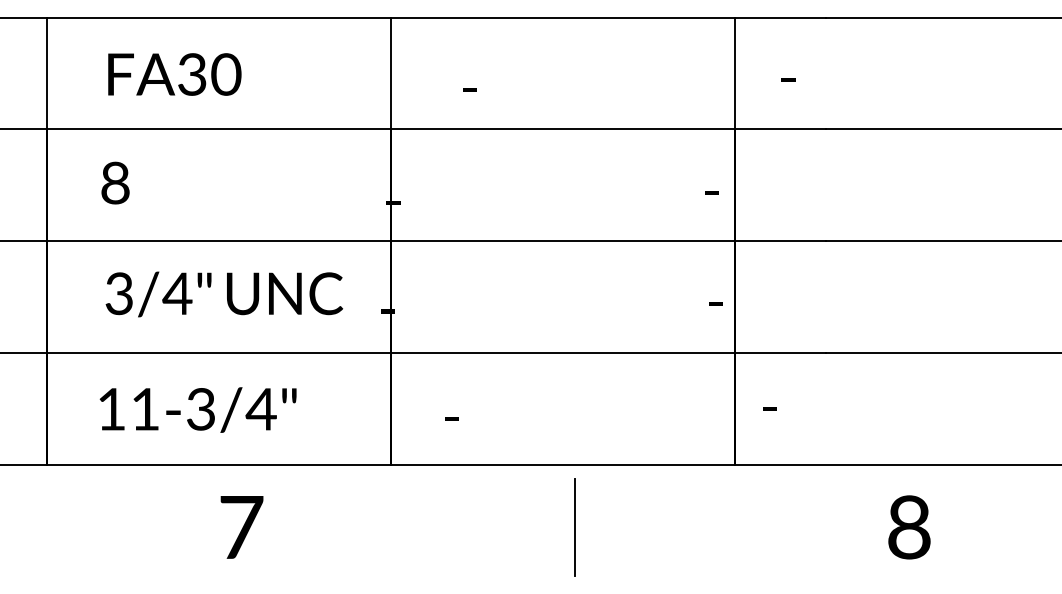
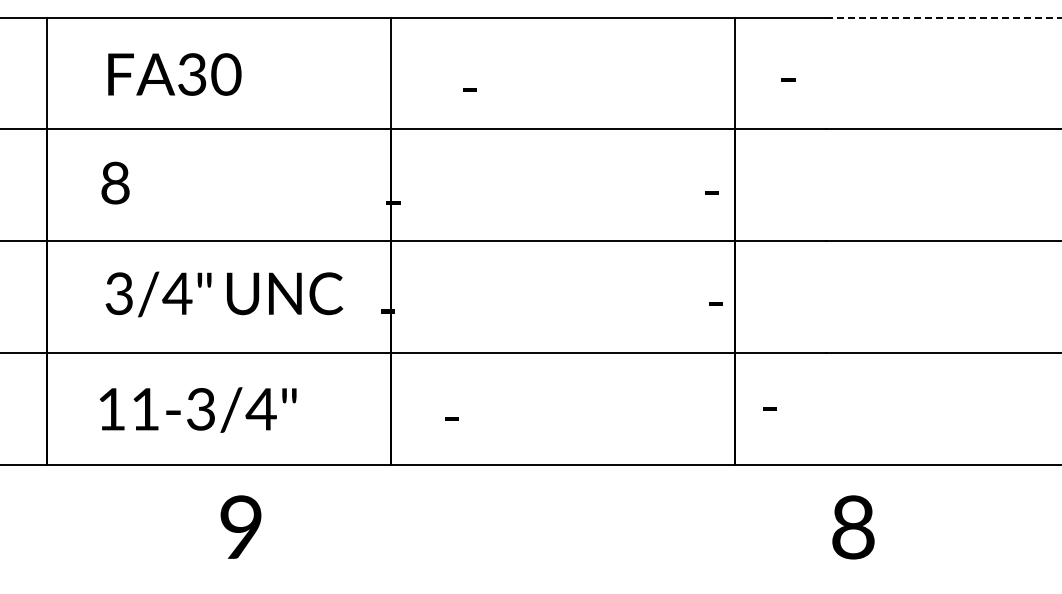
line at (944, 17): solid -> dashed
text at (241, 526): 7 -> 9
line at (574, 527): present -> none
text at (909, 527) position: (909, 527) -> (853, 527)
